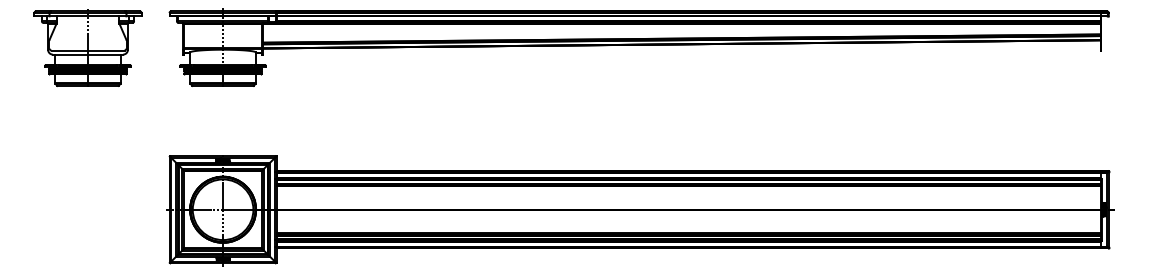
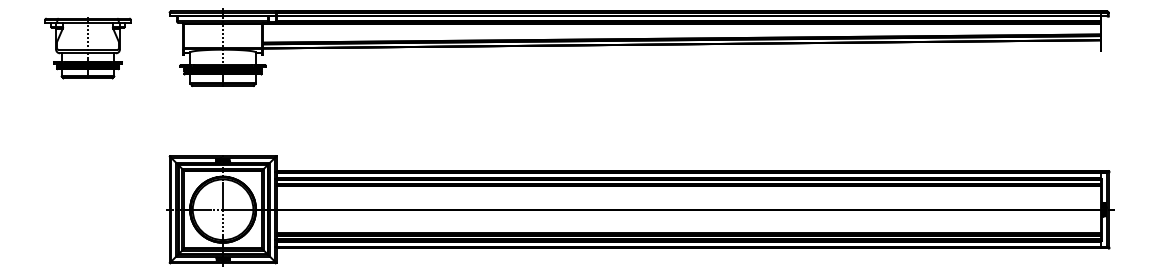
part at (87, 47) size: 110x78 px -> 88x63 px
